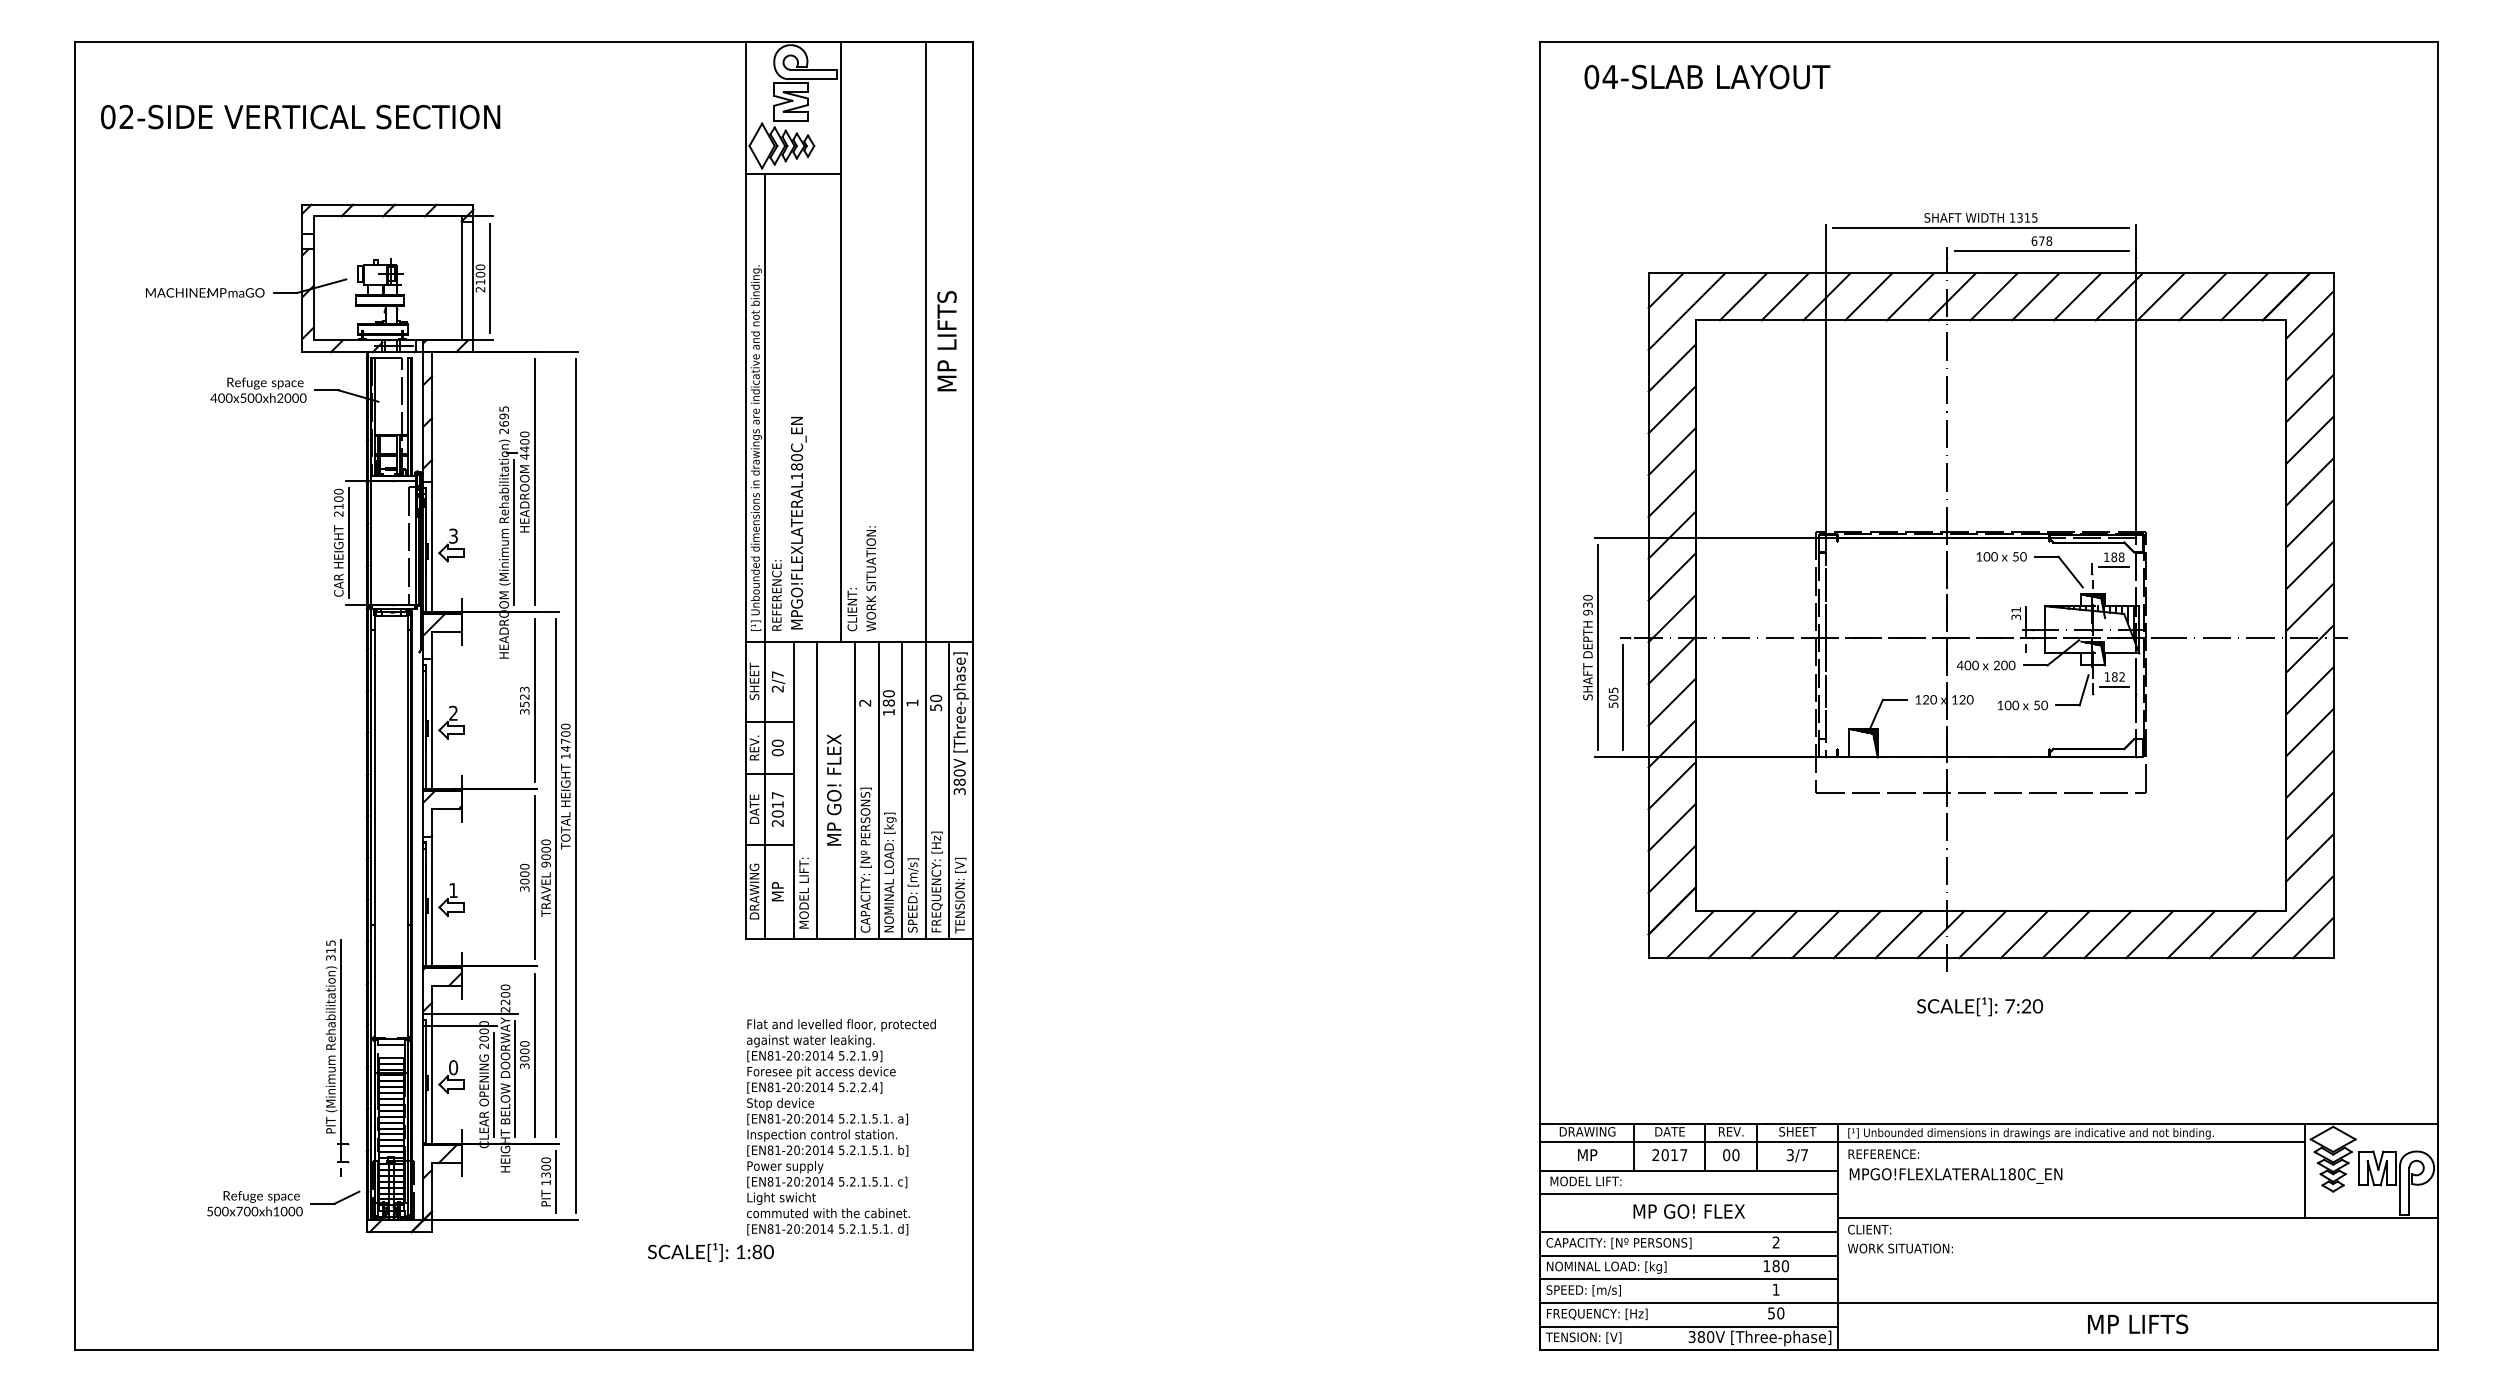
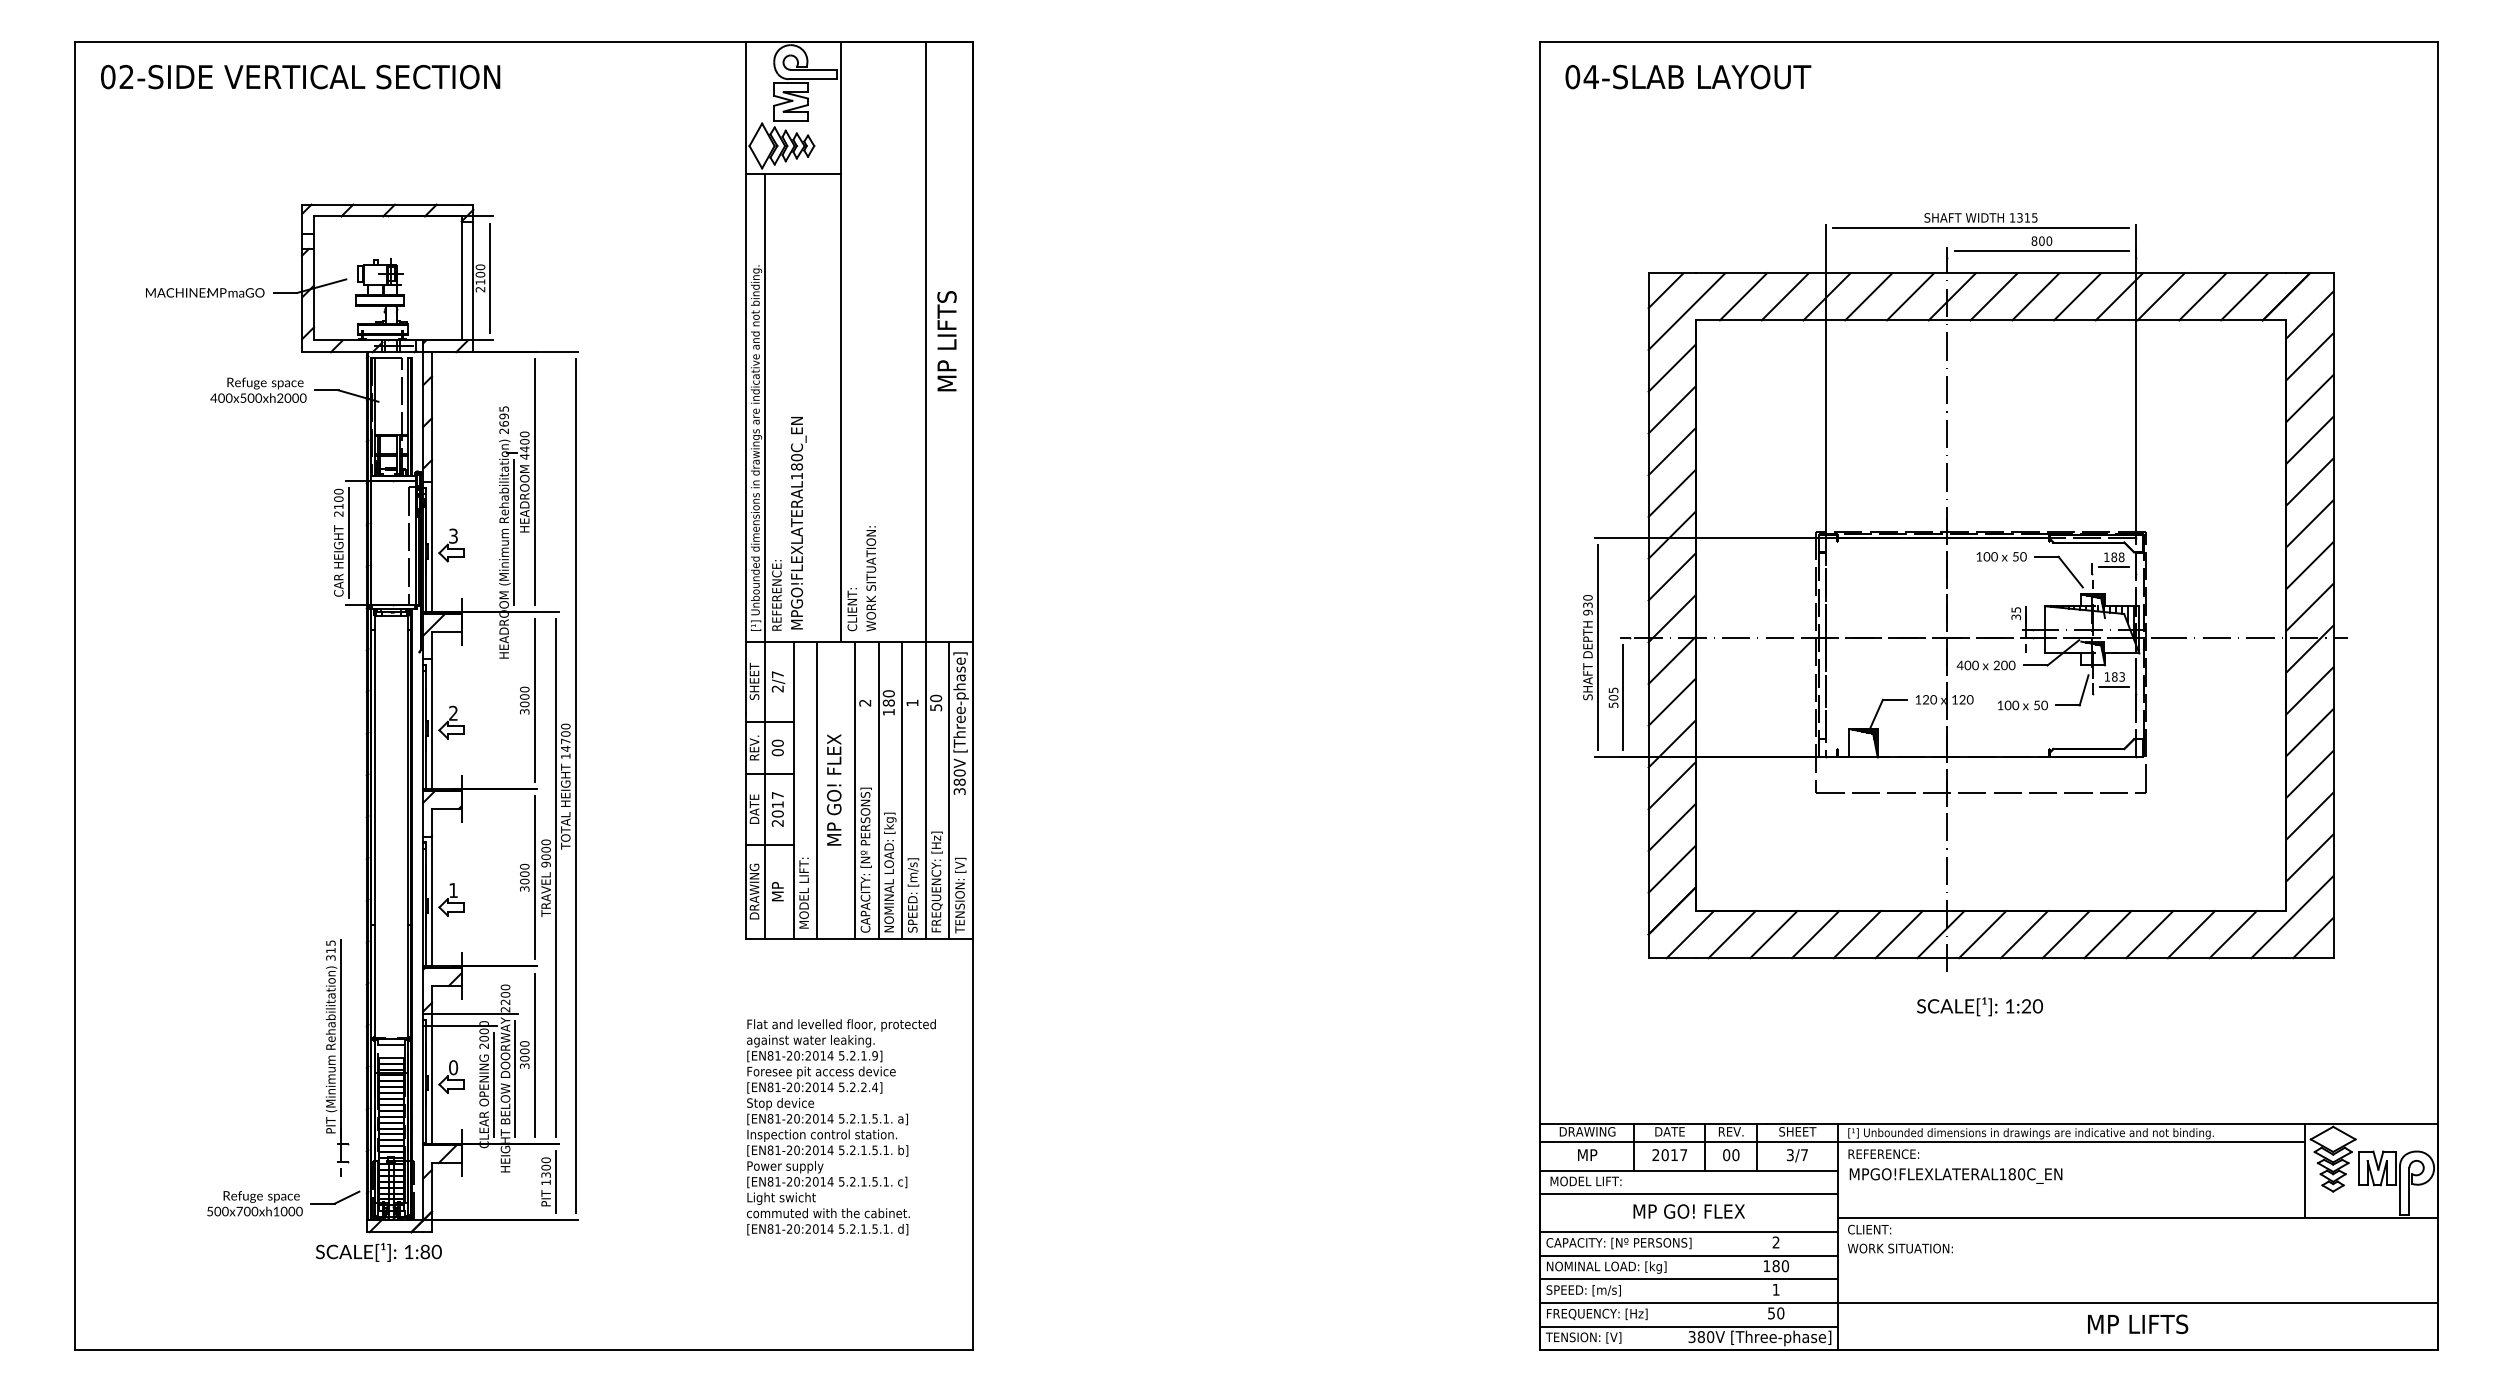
text at (1707, 76) position: (1707, 76) -> (1688, 76)
text at (300, 116) position: (300, 116) -> (300, 76)
text at (2041, 240): 678 -> 800
text at (2016, 609): 31 -> 35
text at (2121, 676): 182 -> 183
text at (524, 696): 3523 -> 3000
text at (2009, 1006): 7:20 -> 1:20
text at (710, 1252) position: (710, 1252) -> (378, 1252)
